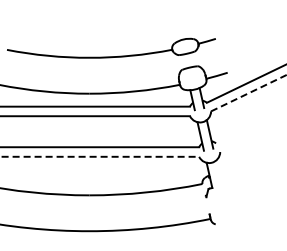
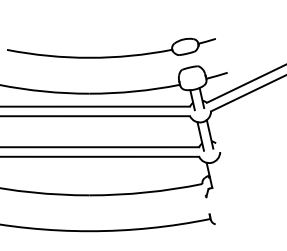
line at (248, 93): dashed -> solid
line at (100, 156): dashed -> solid
